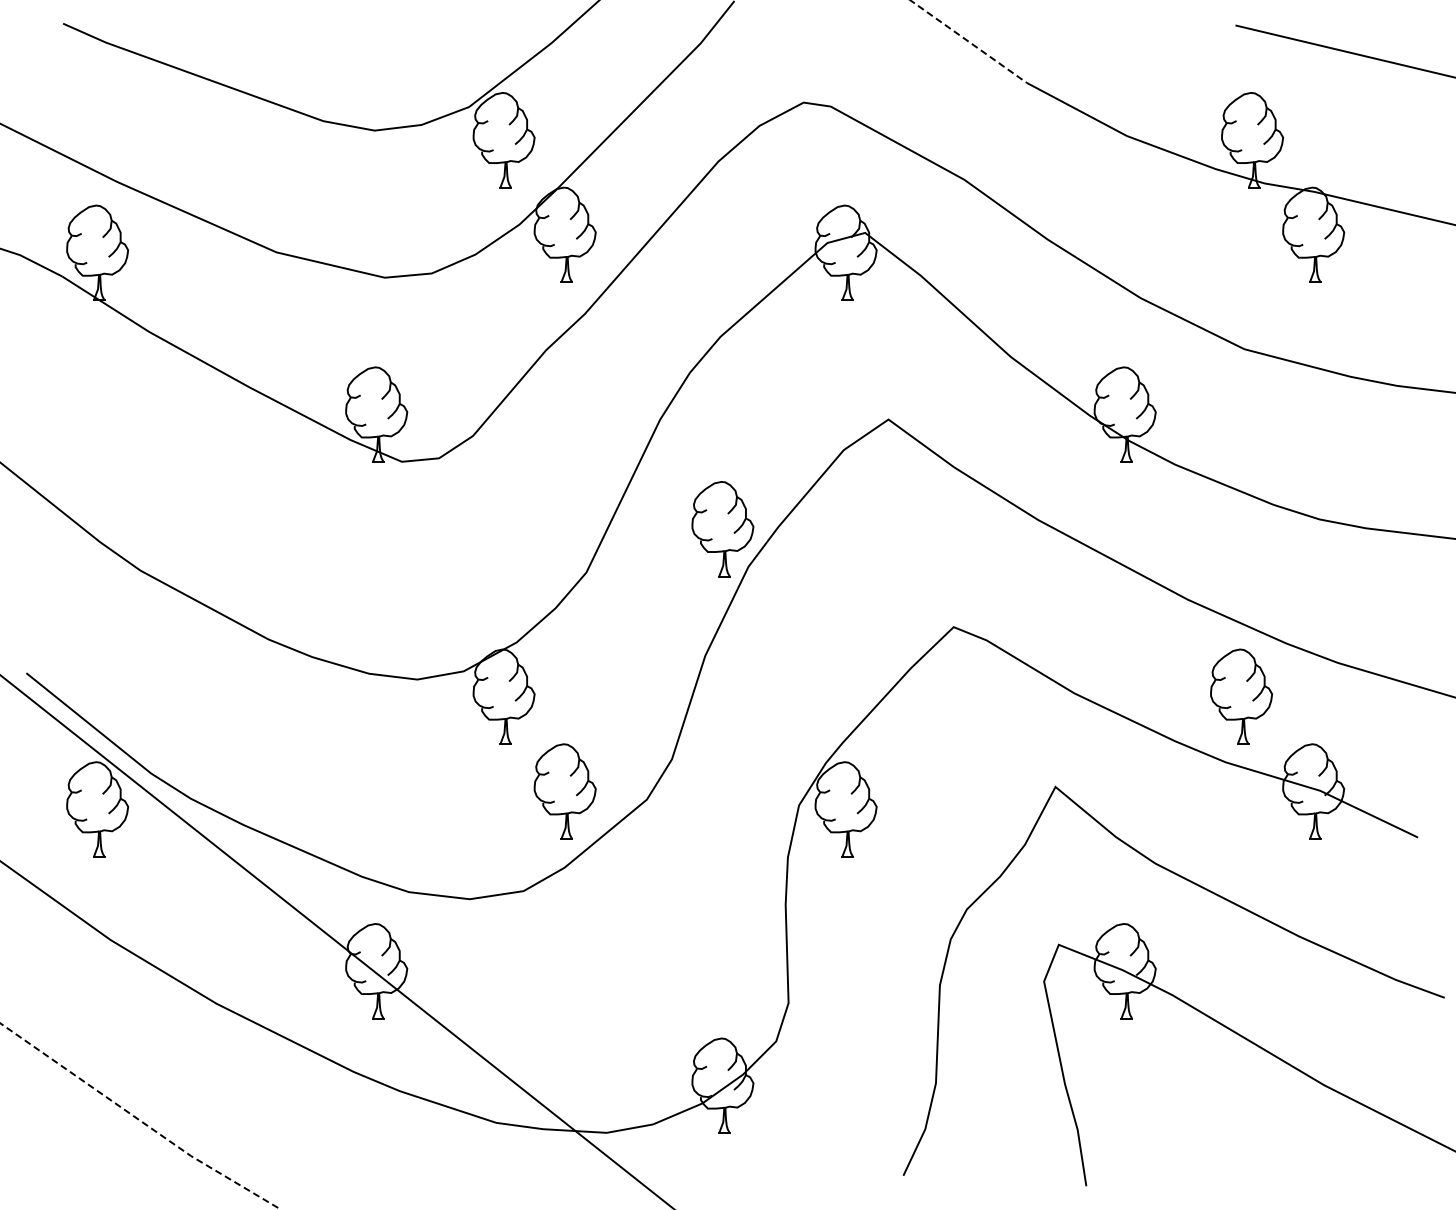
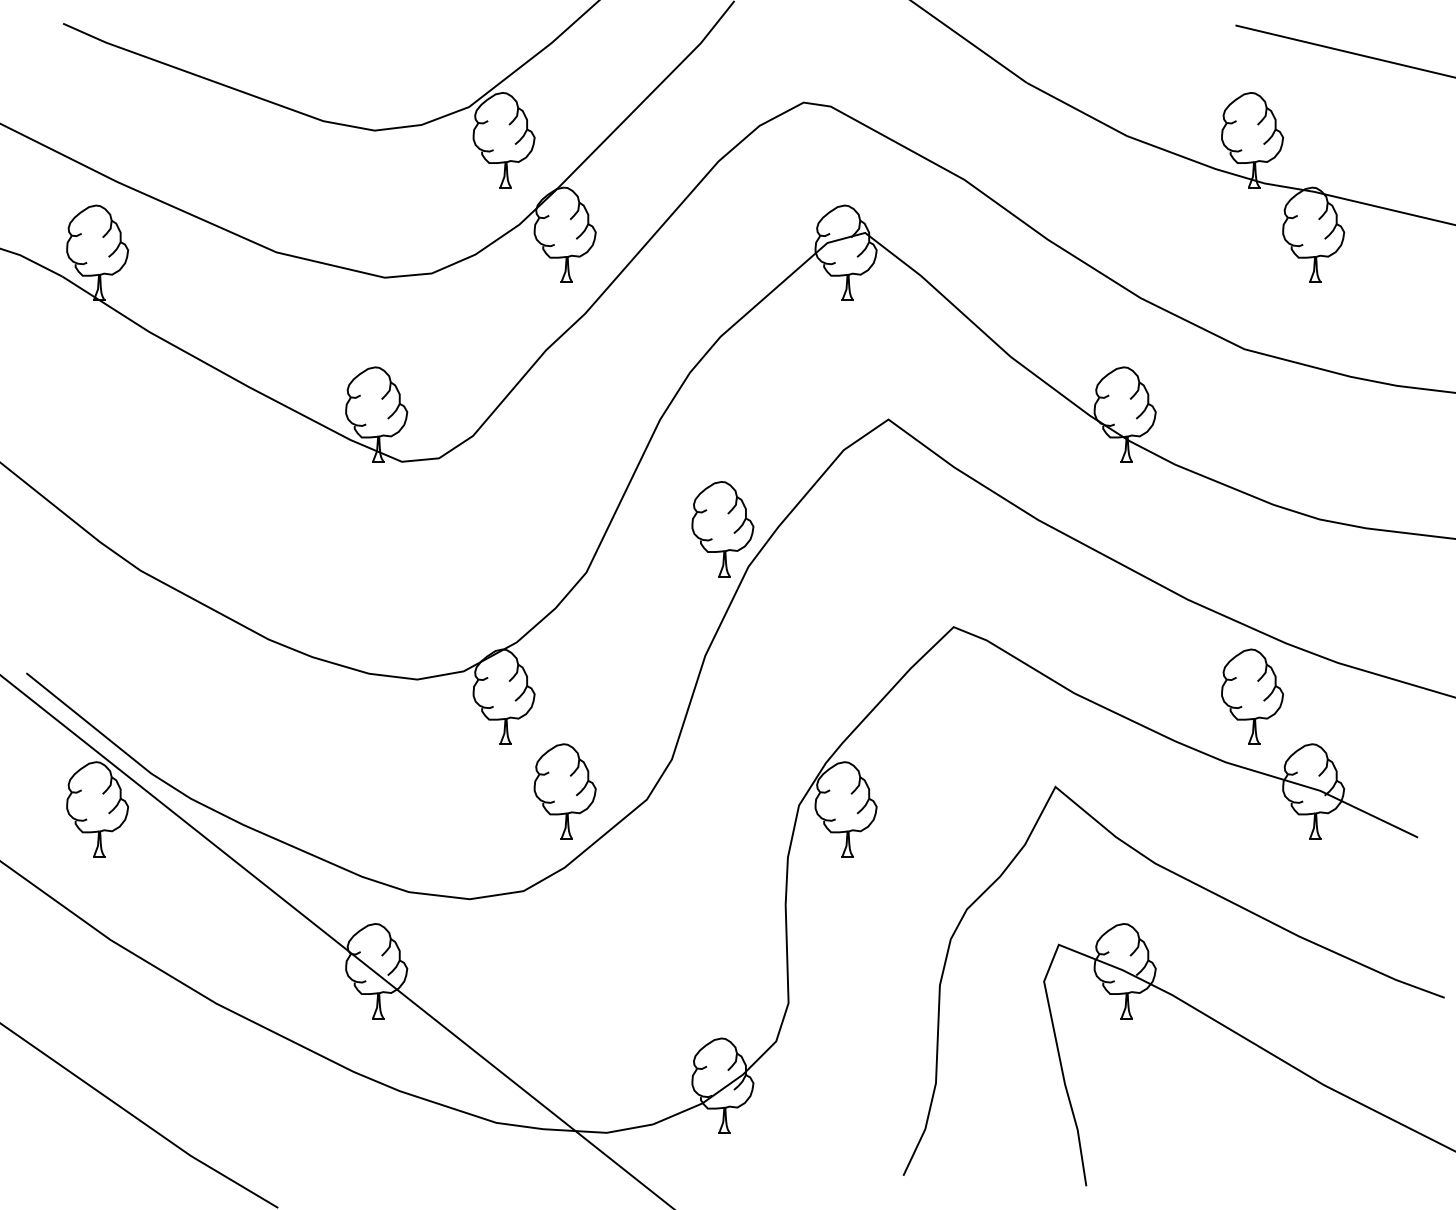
line at (969, 41): dashed -> solid
part at (1241, 696) position: (1241, 696) -> (1252, 696)
line at (137, 1118): dashed -> solid
